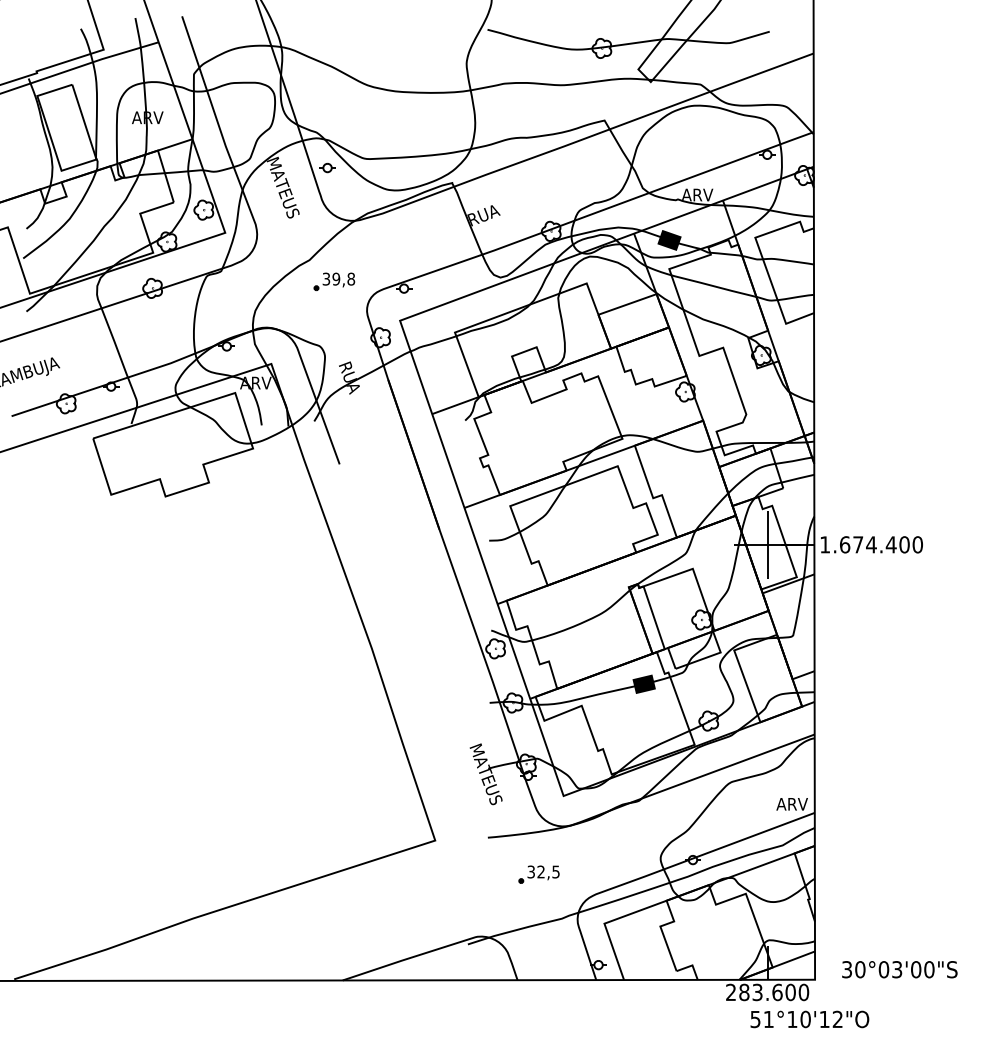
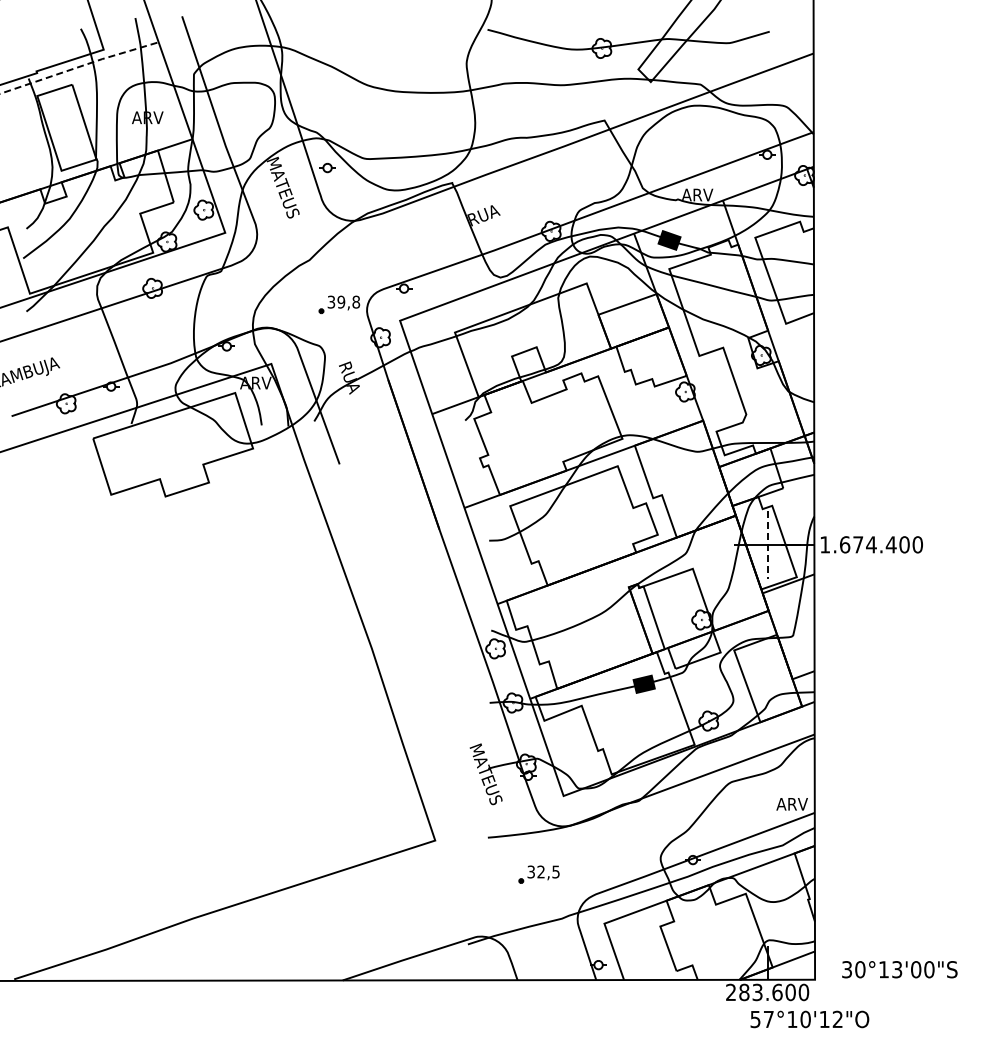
line at (79, 66): solid -> dashed
part at (334, 281) position: (334, 281) -> (339, 304)
line at (767, 544): solid -> dashed
text at (883, 969): 30°03'00"S -> 30°13'00"S
text at (768, 1019): 51°10'12"O -> 57°10'12"O
